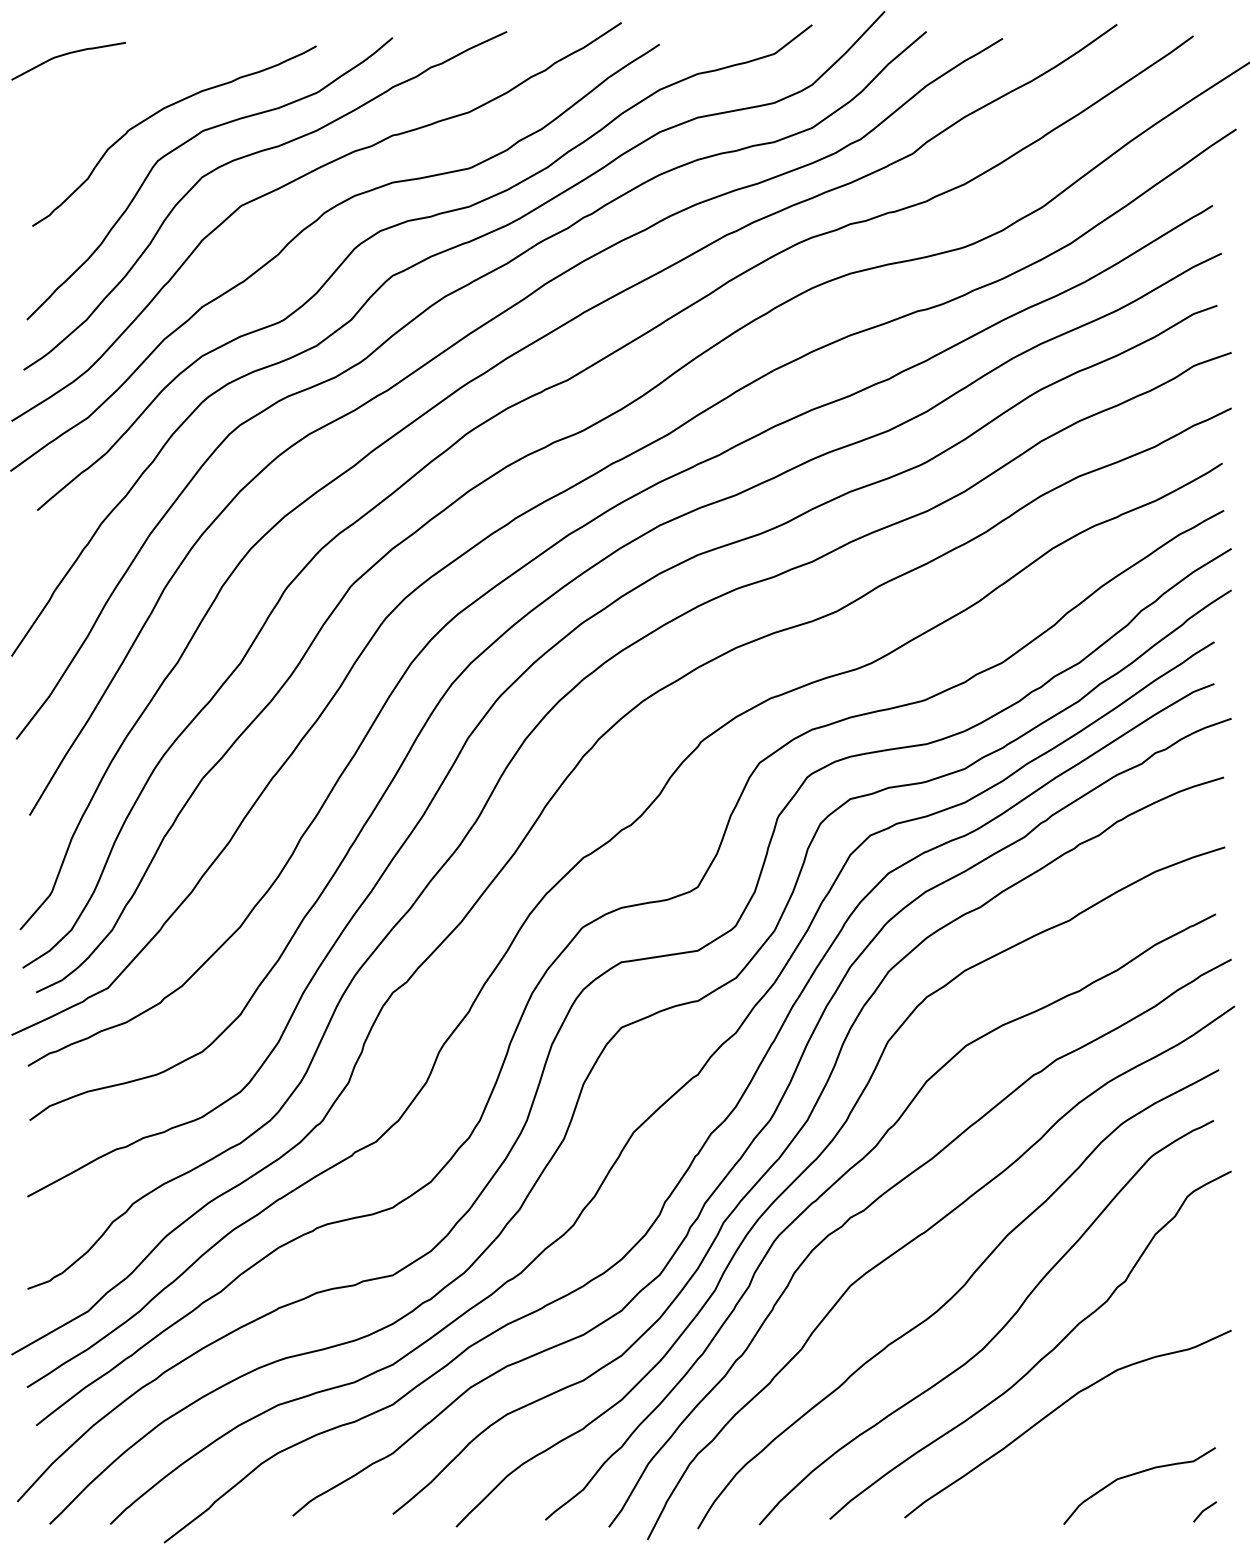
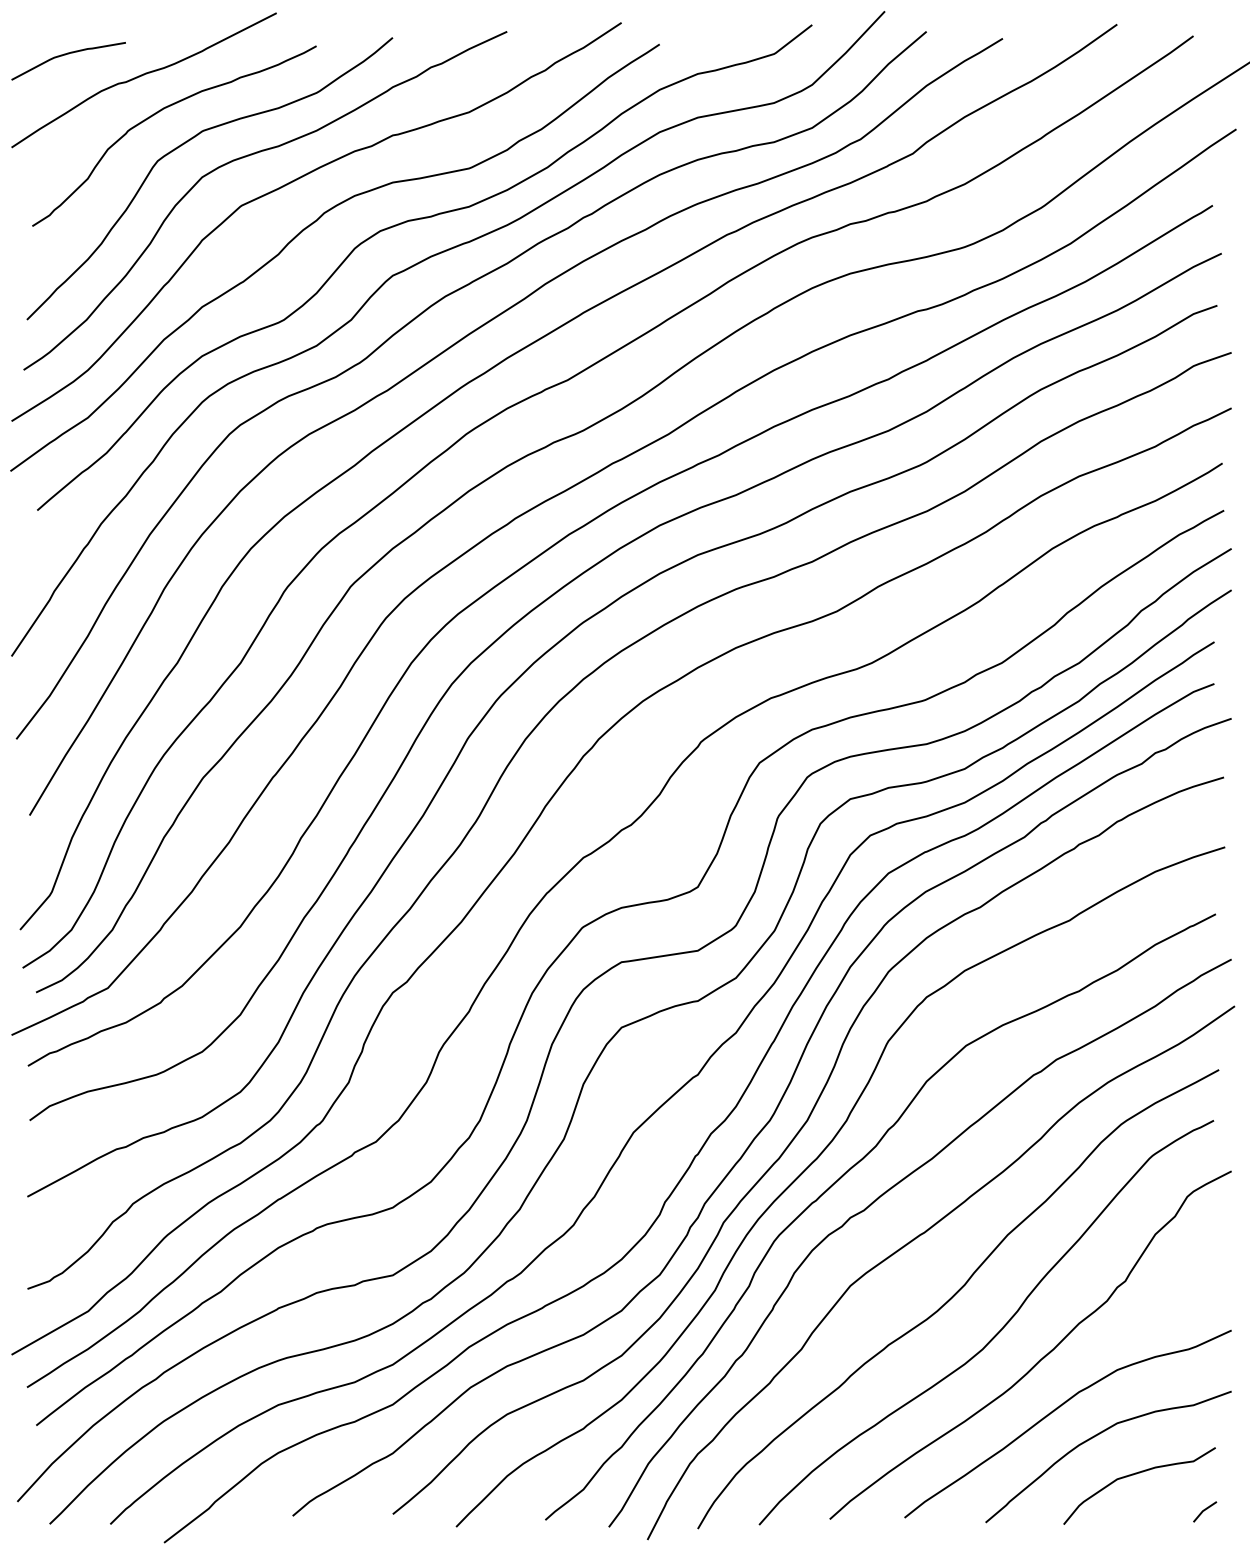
curve at (142, 76): none -> present
curve at (1098, 1435): none -> present
